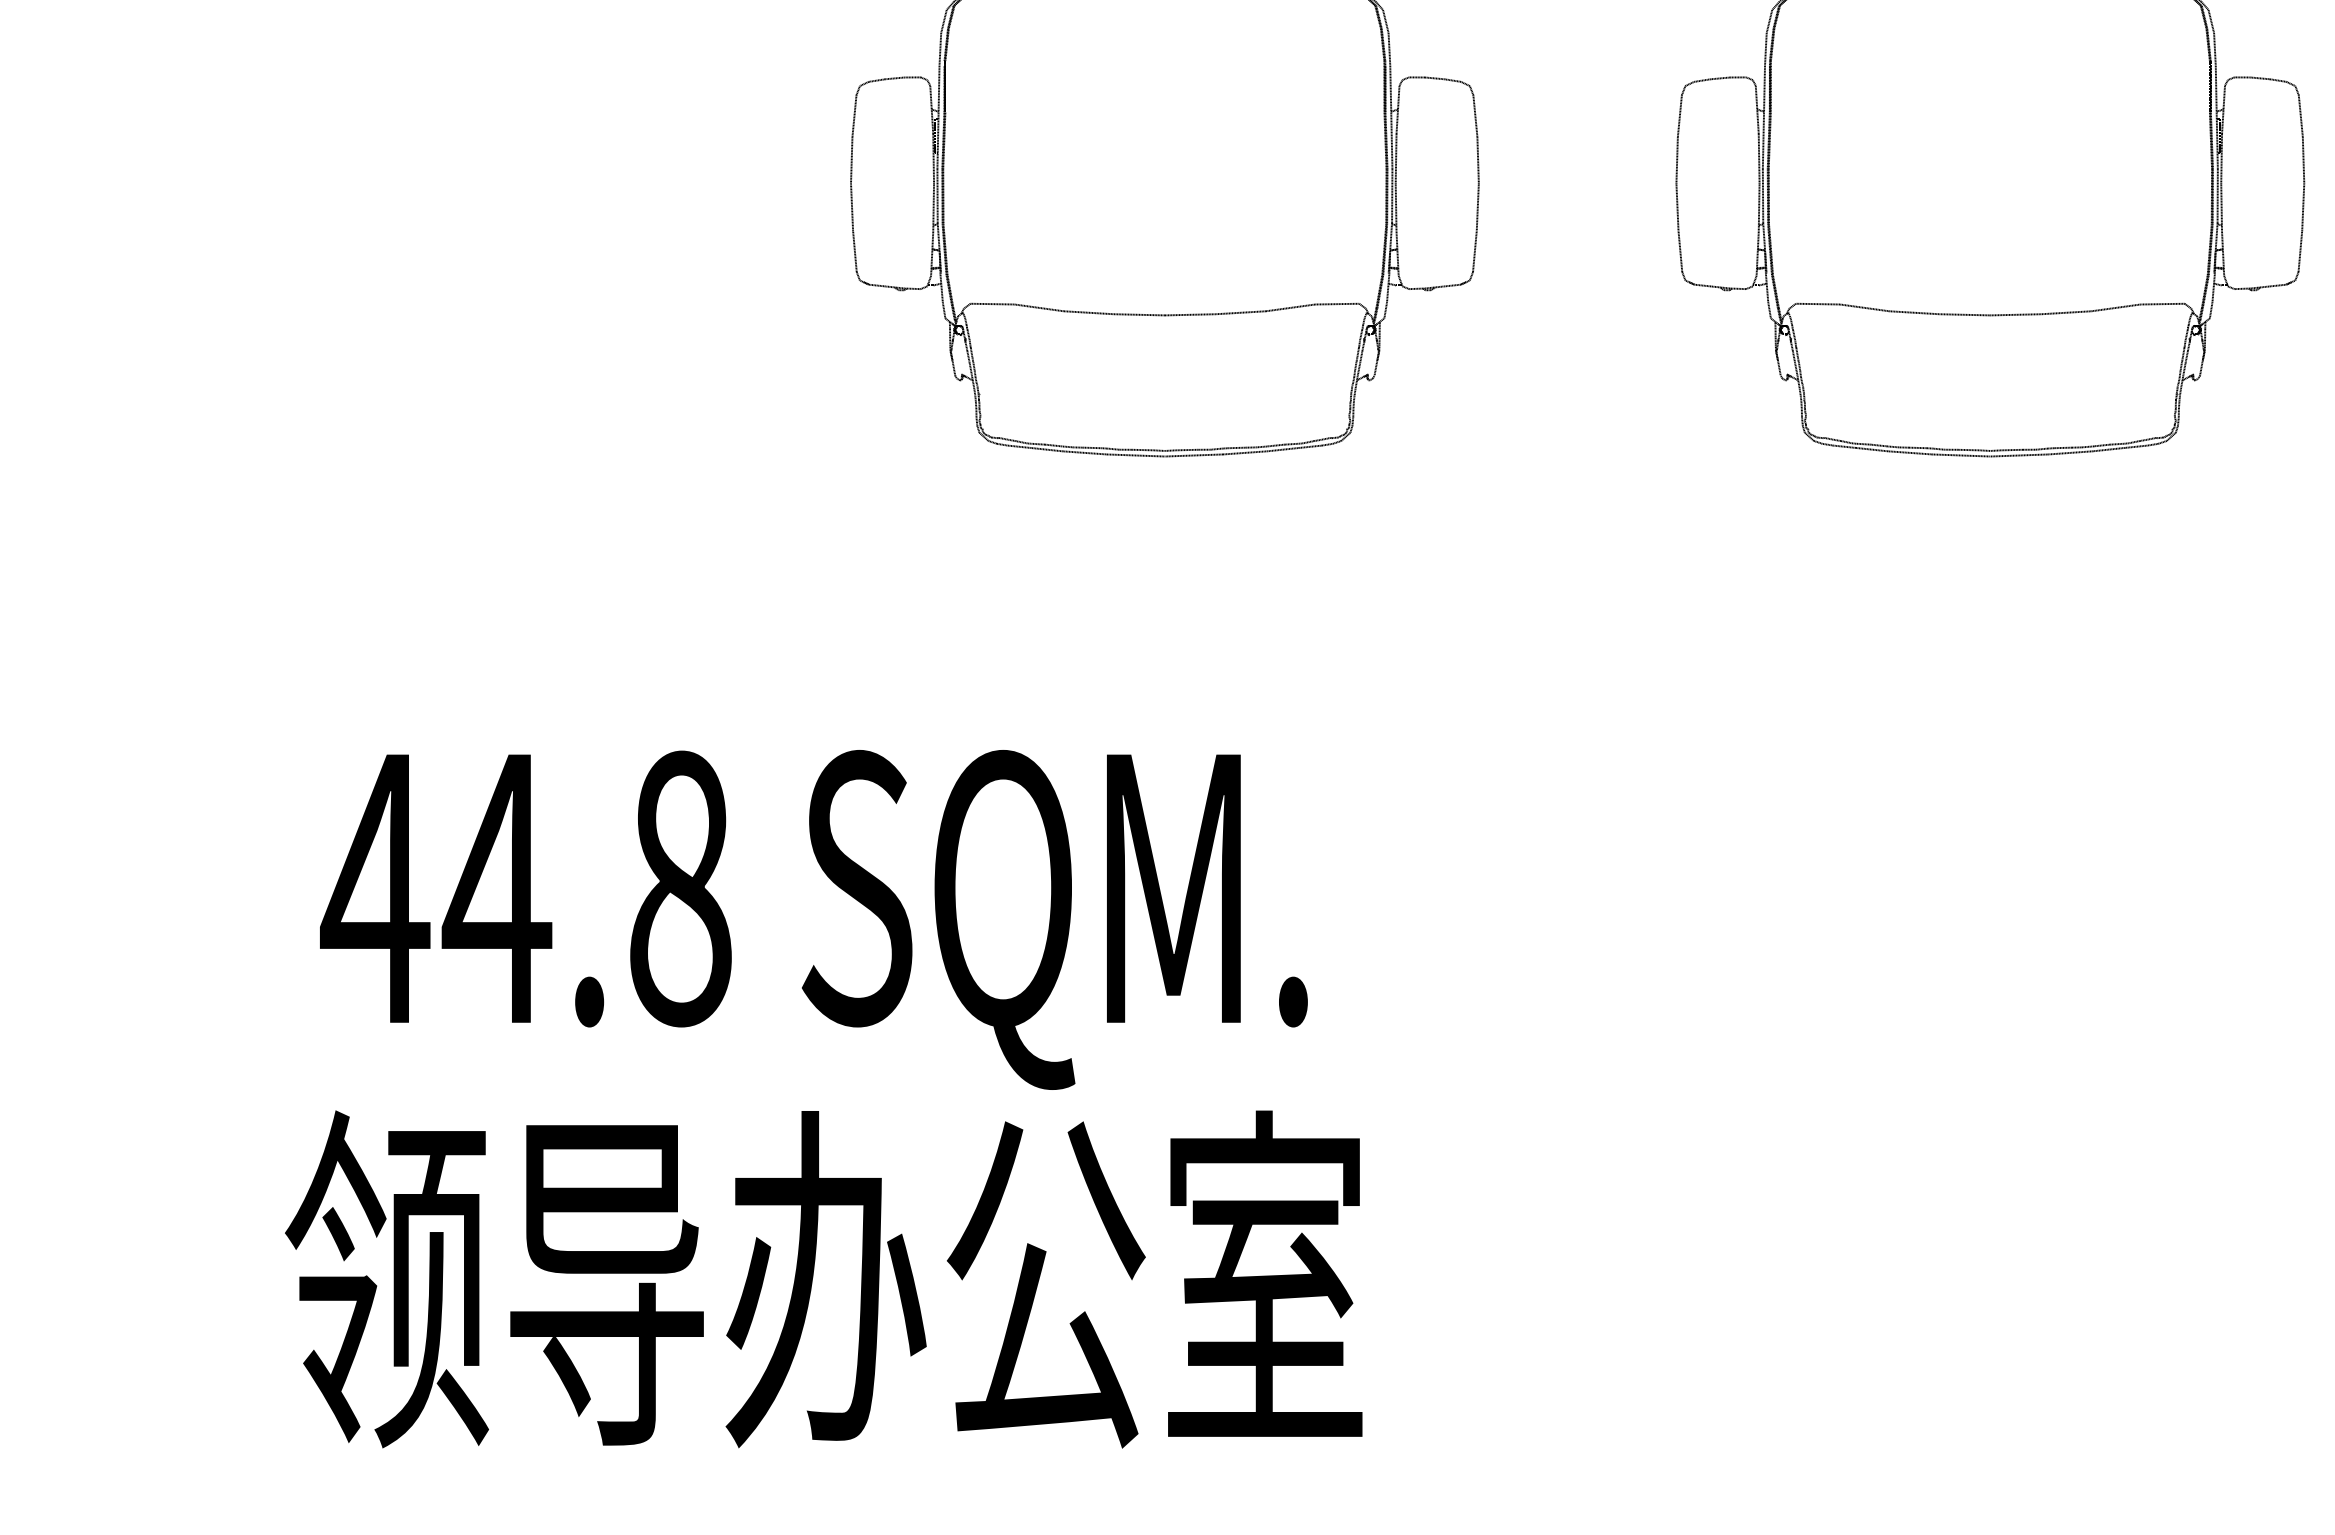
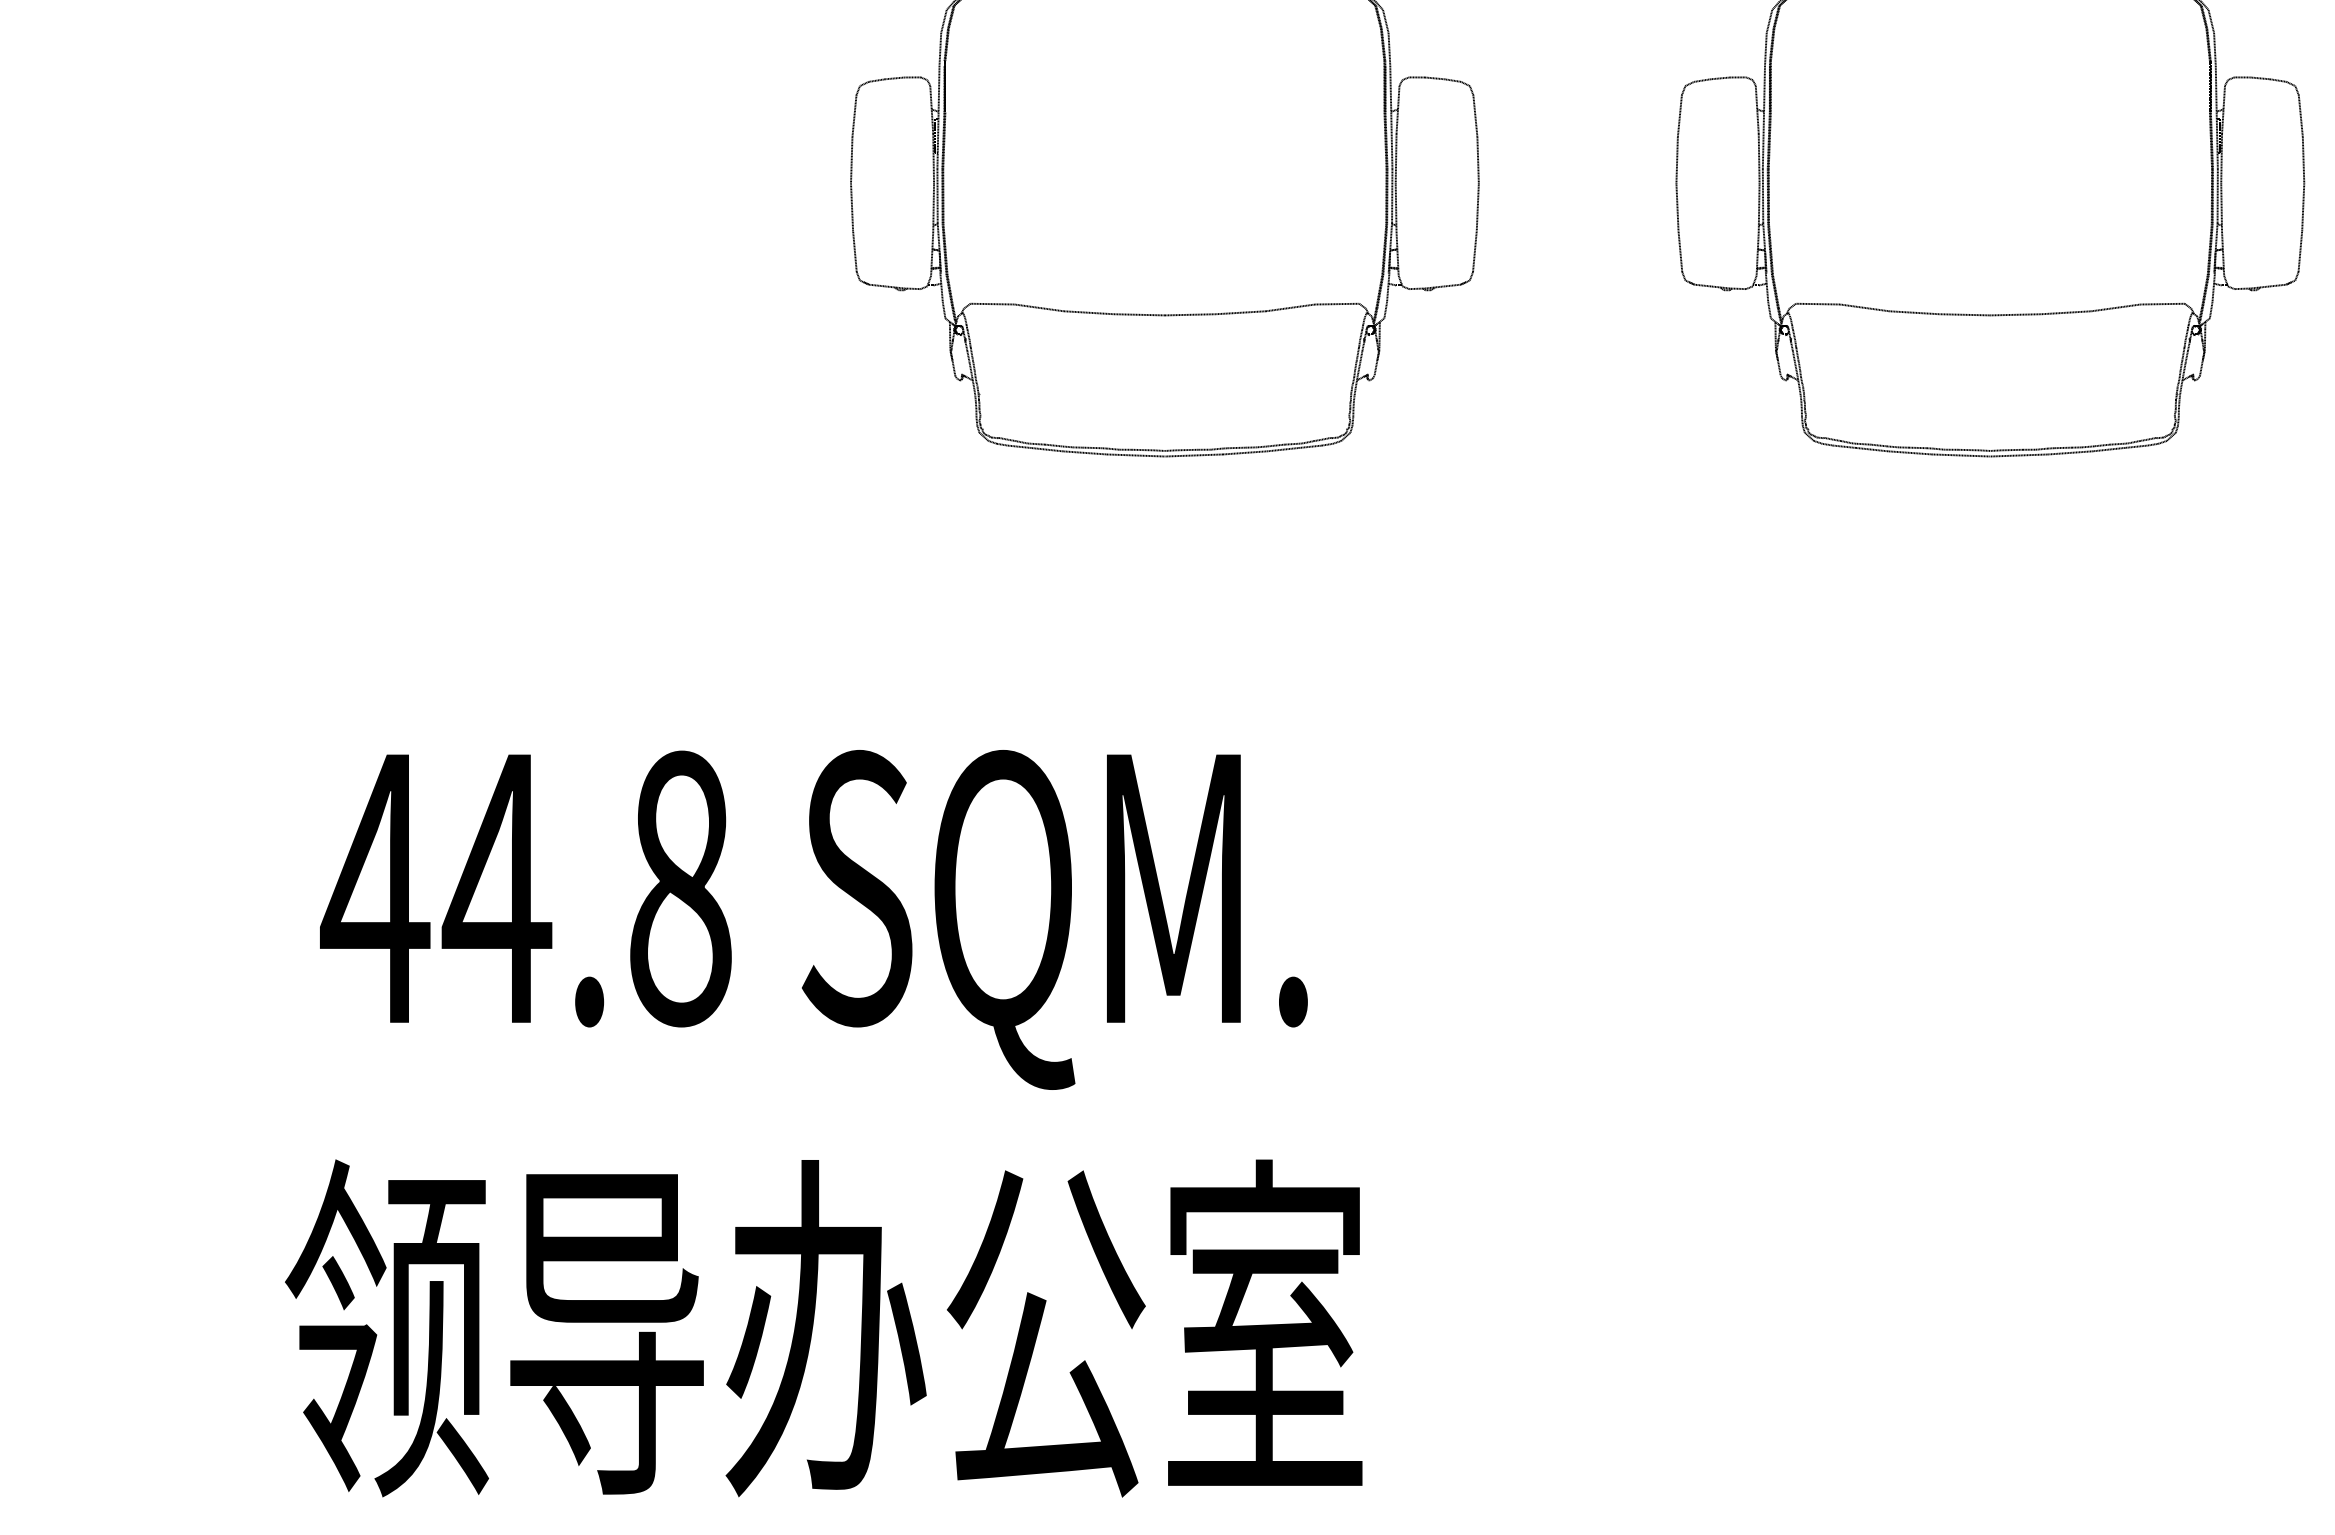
text at (823, 1279) position: (823, 1279) -> (823, 1328)
